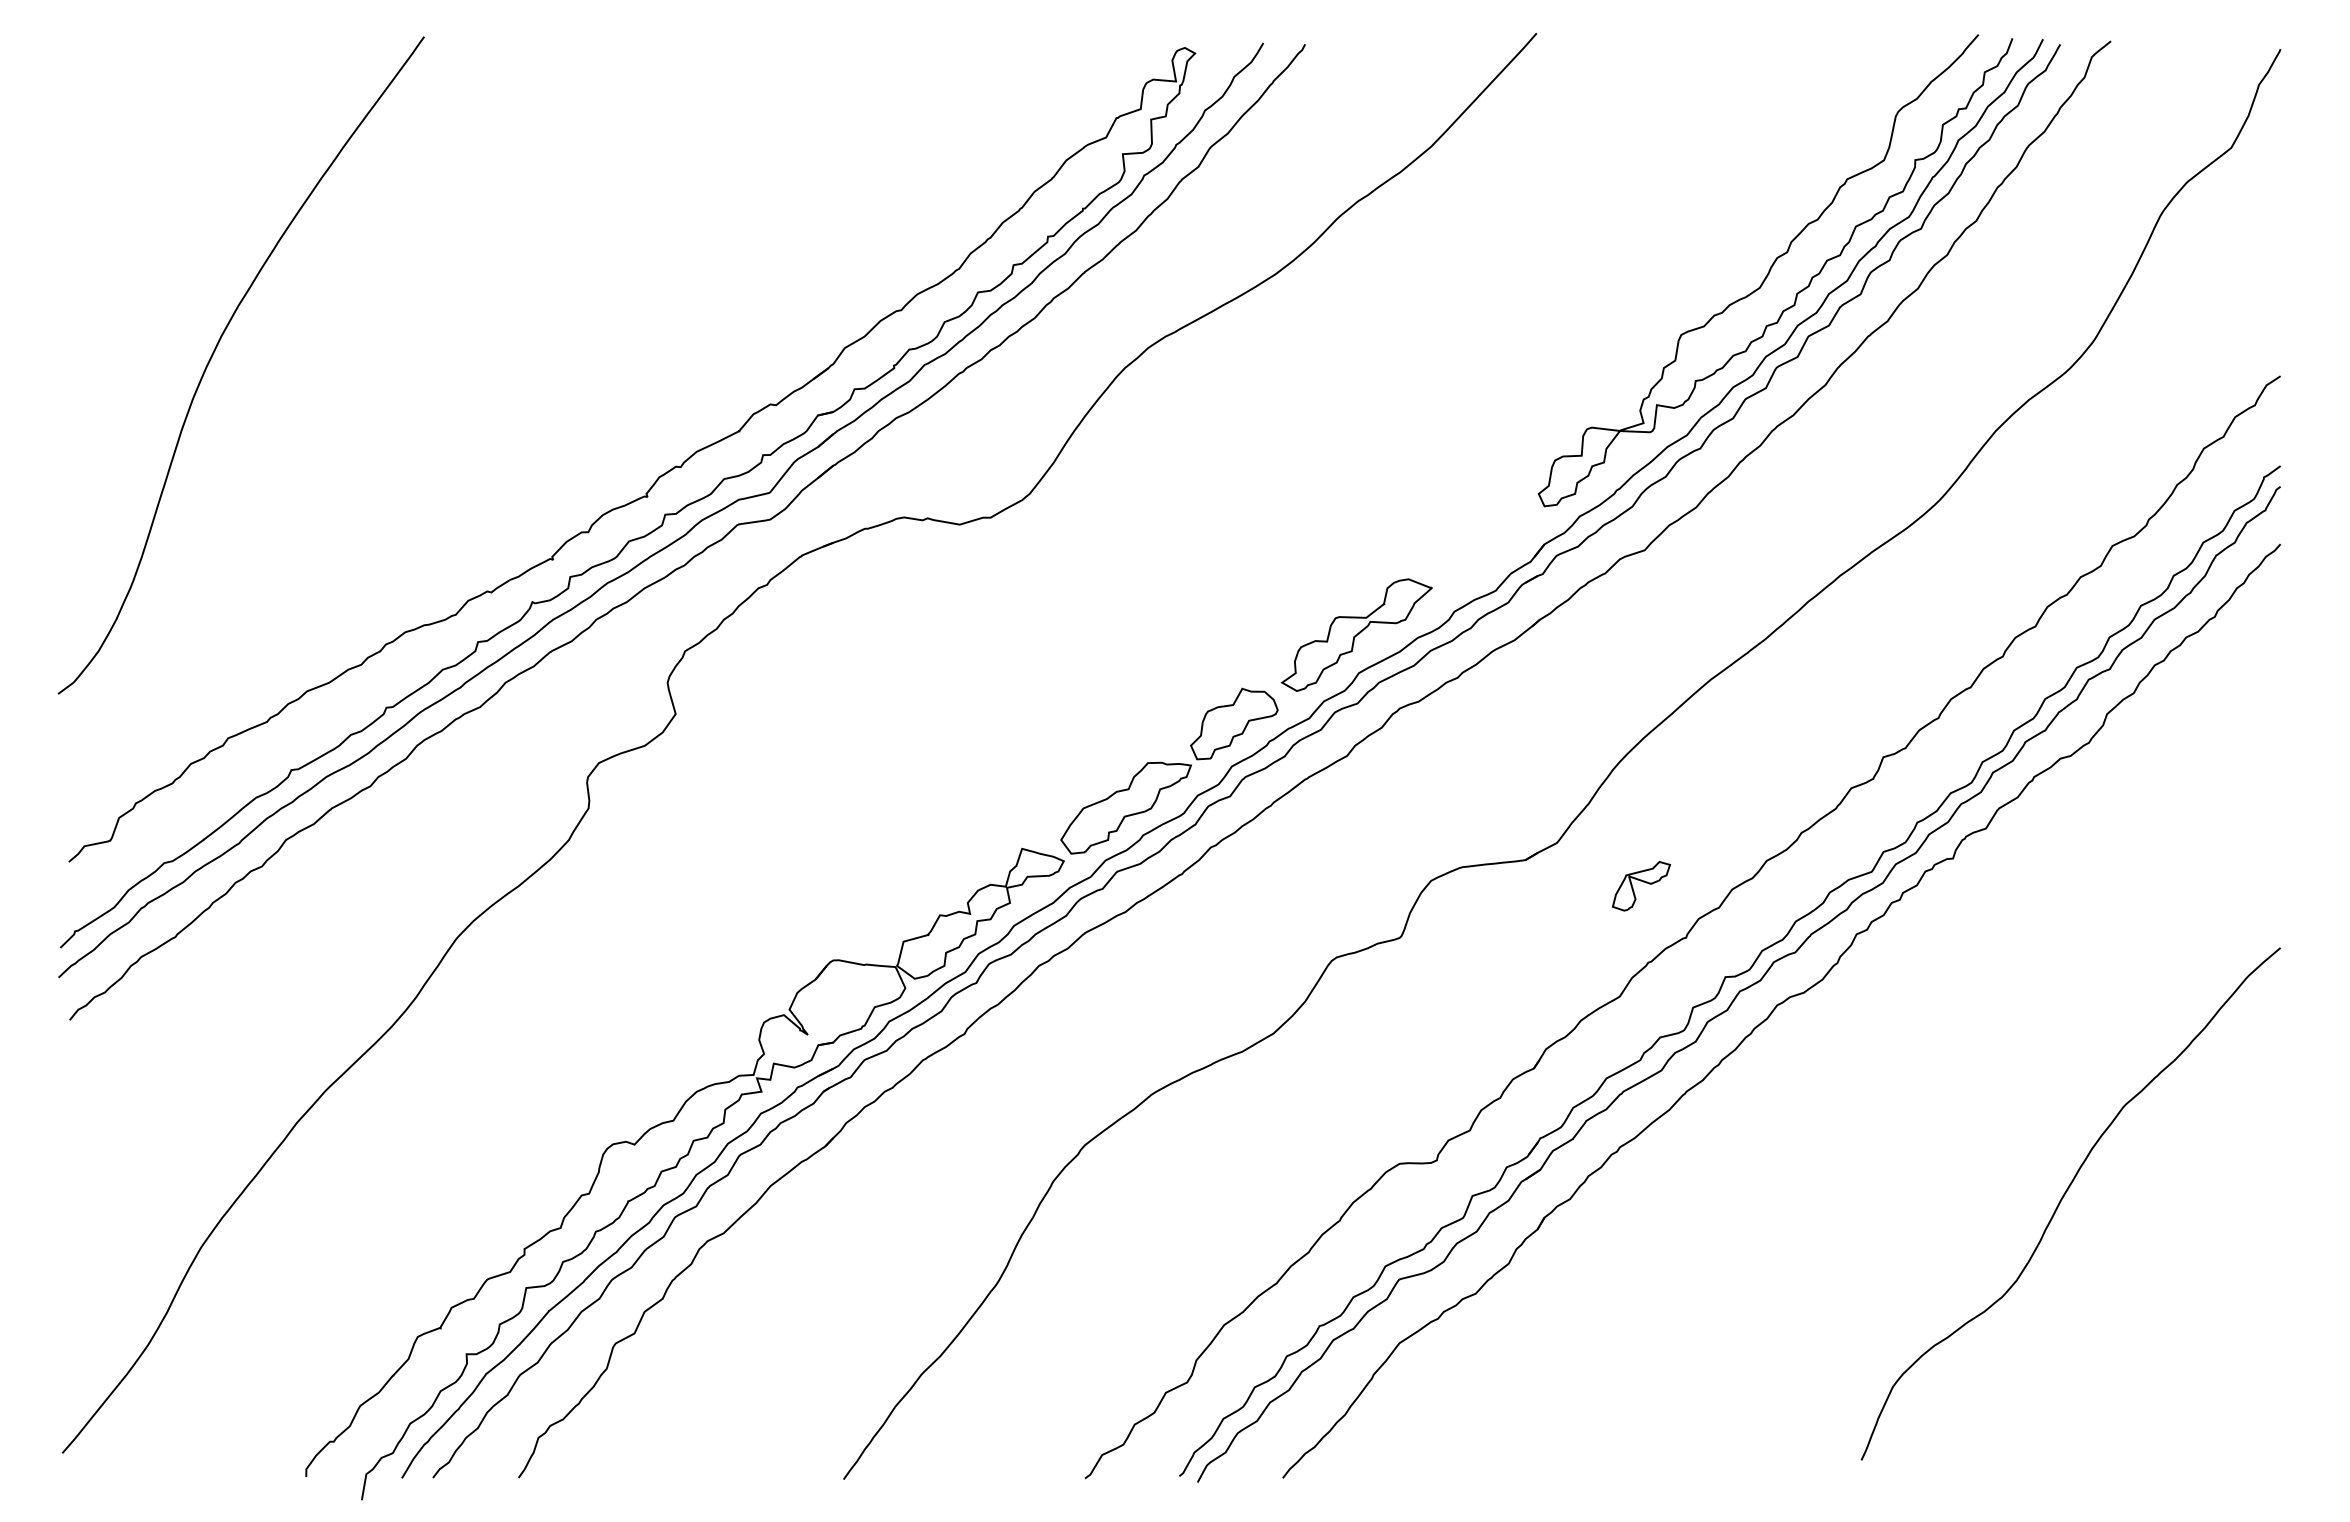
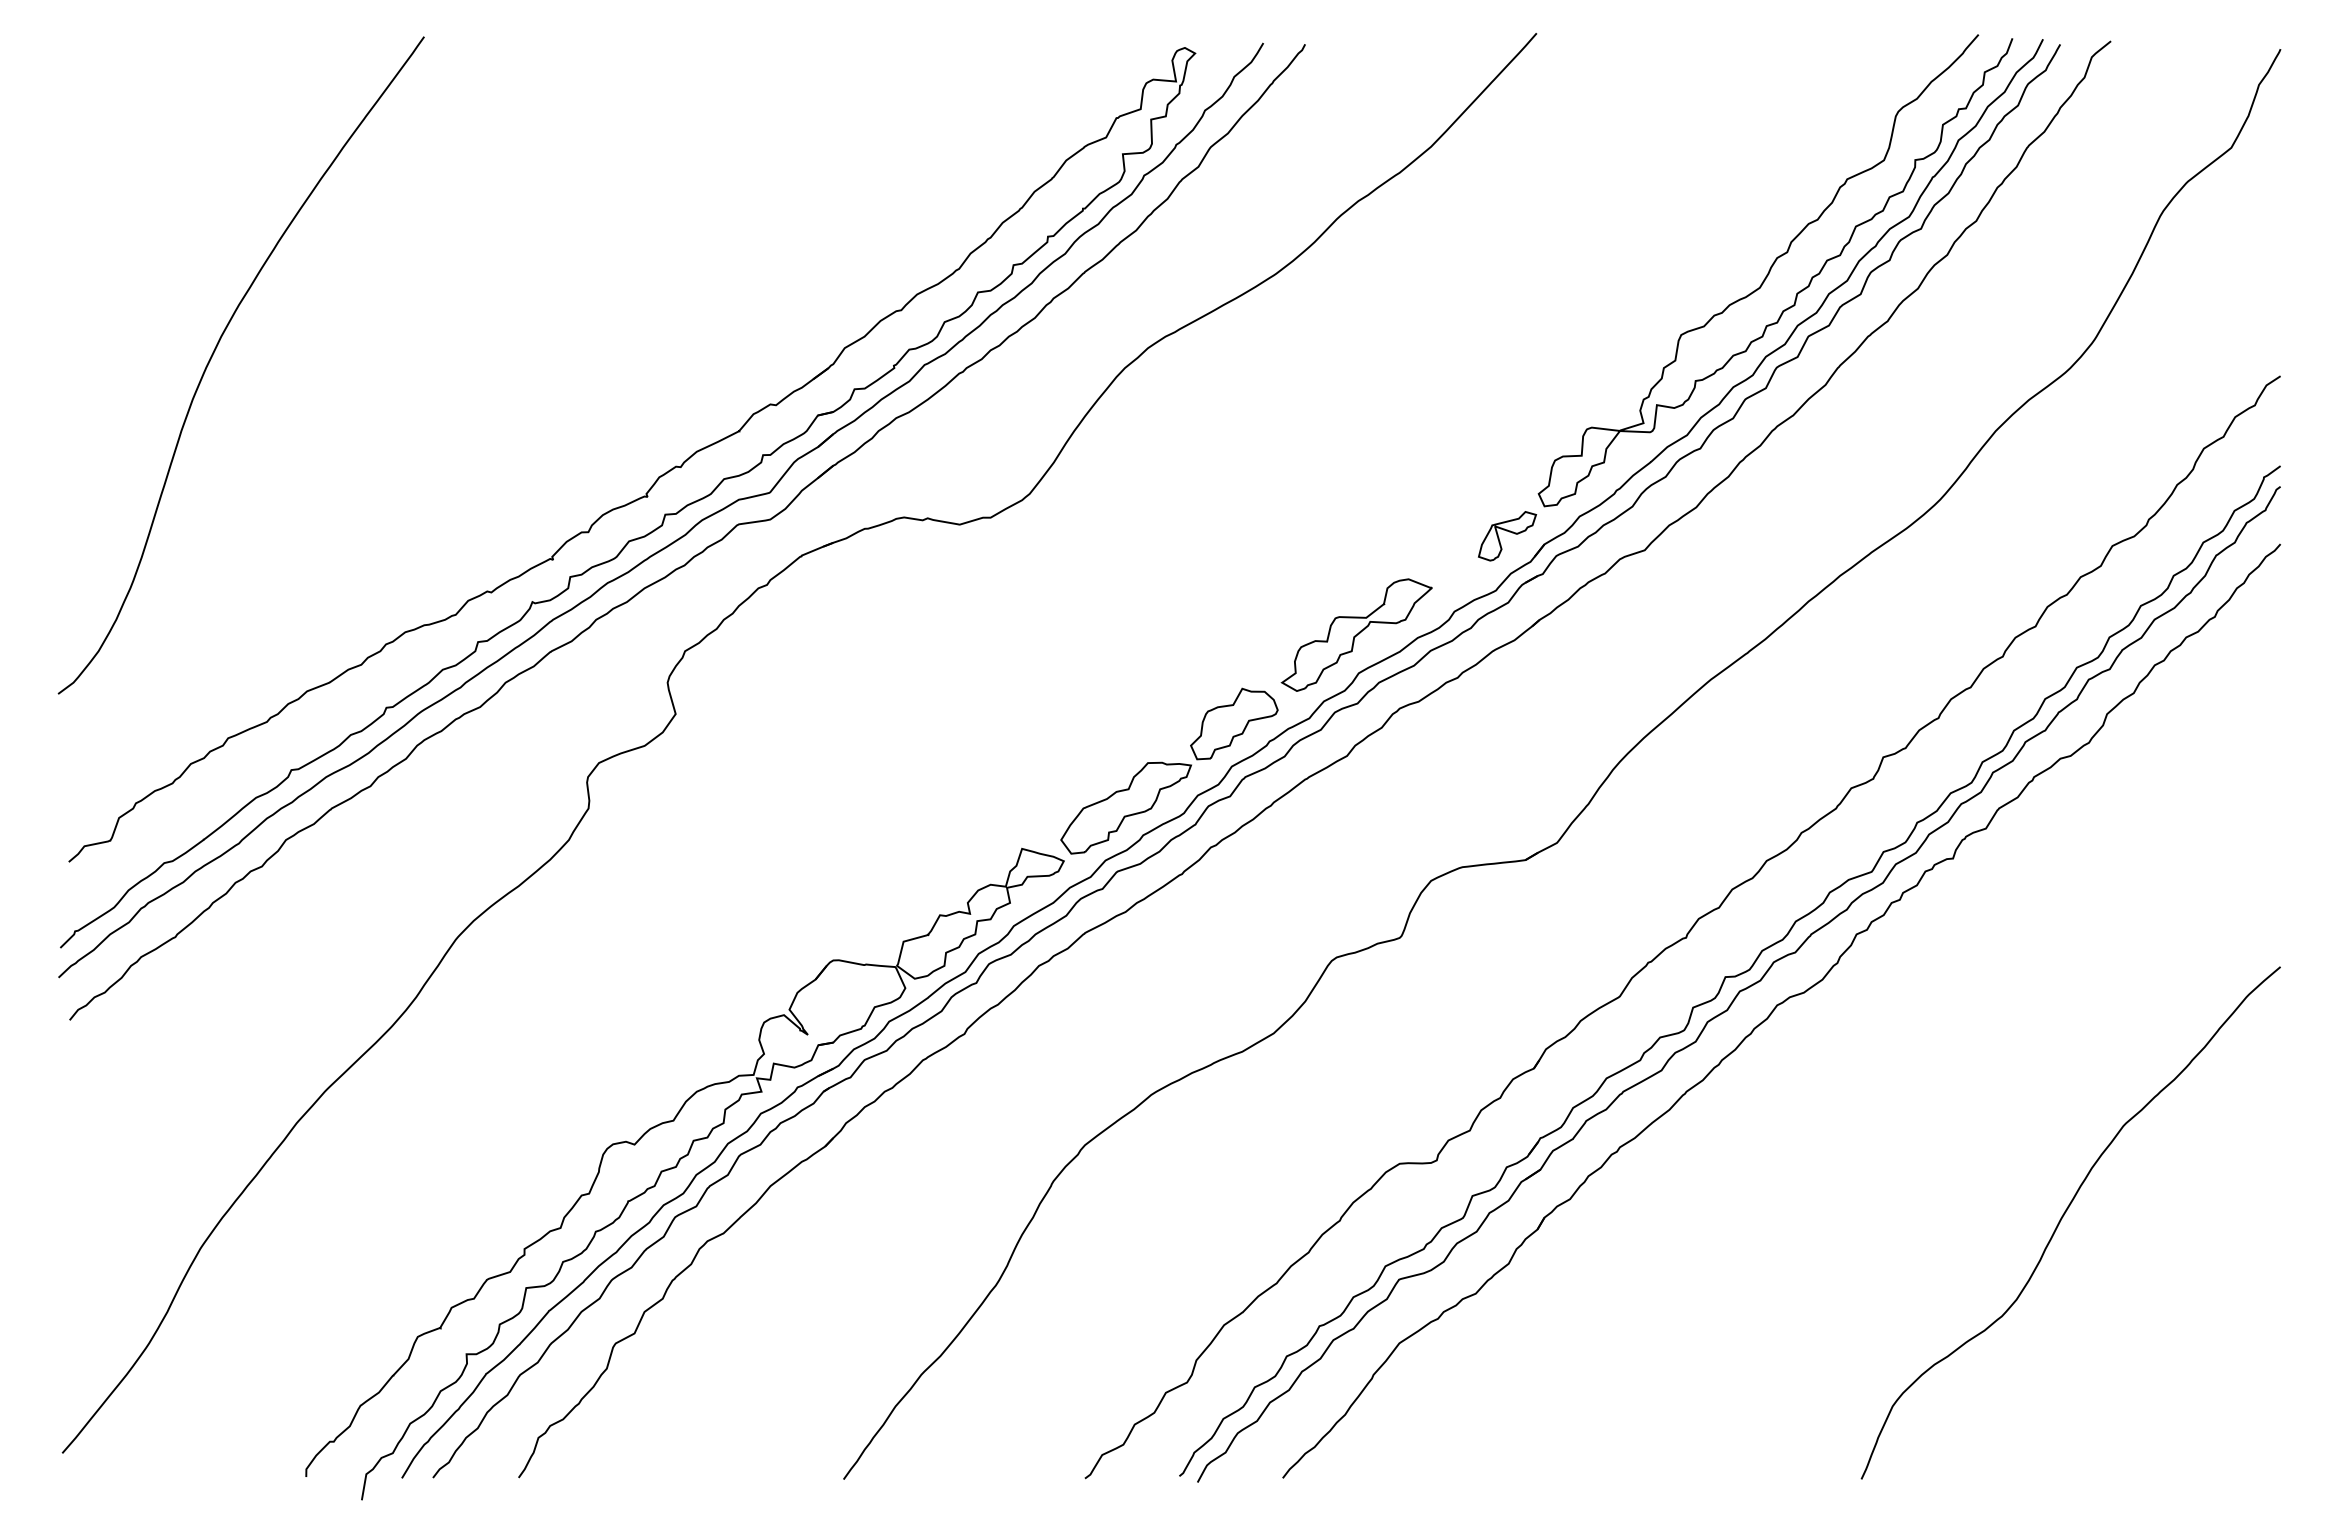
part at (1641, 886) position: (1641, 886) -> (1507, 536)
curve at (2063, 1198) position: (2063, 1198) -> (2063, 1217)
